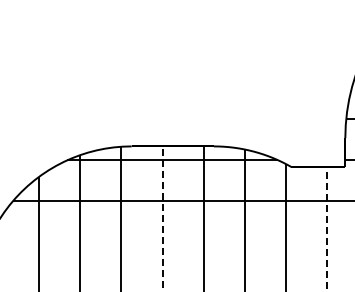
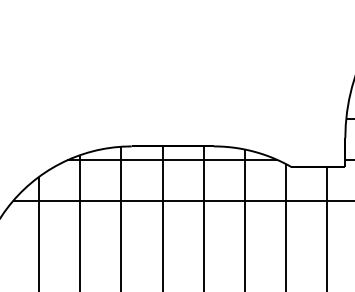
line at (162, 218): dashed -> solid
line at (326, 228): dashed -> solid
